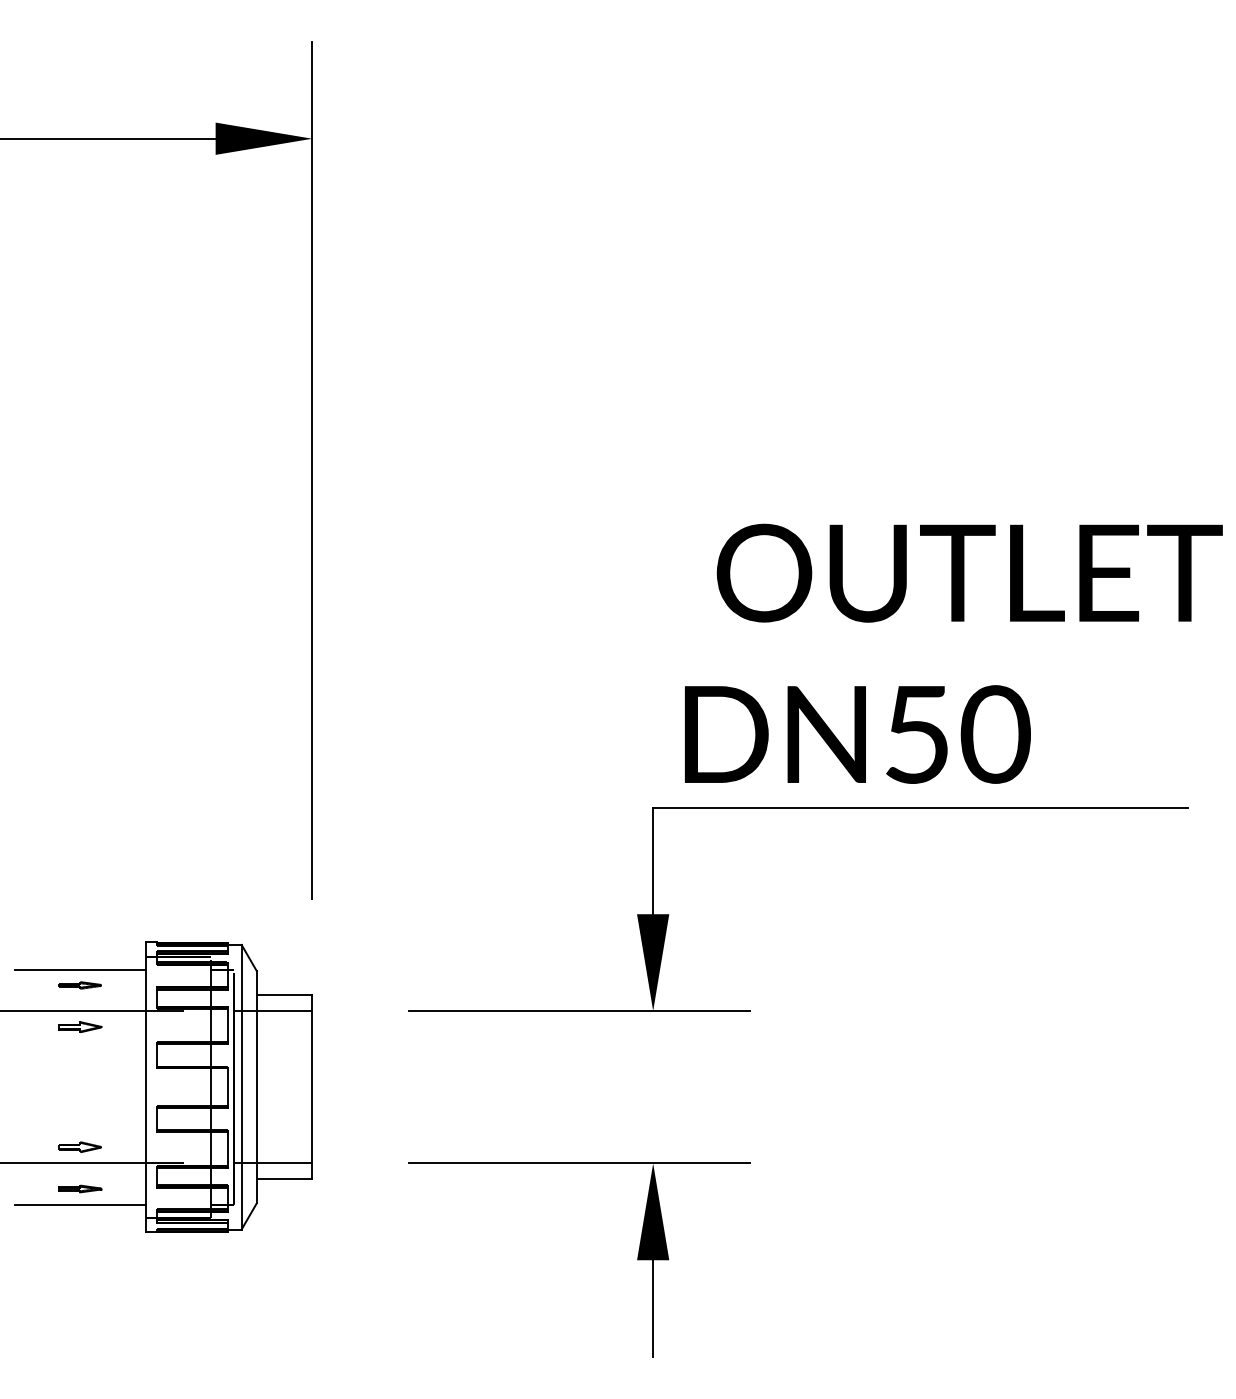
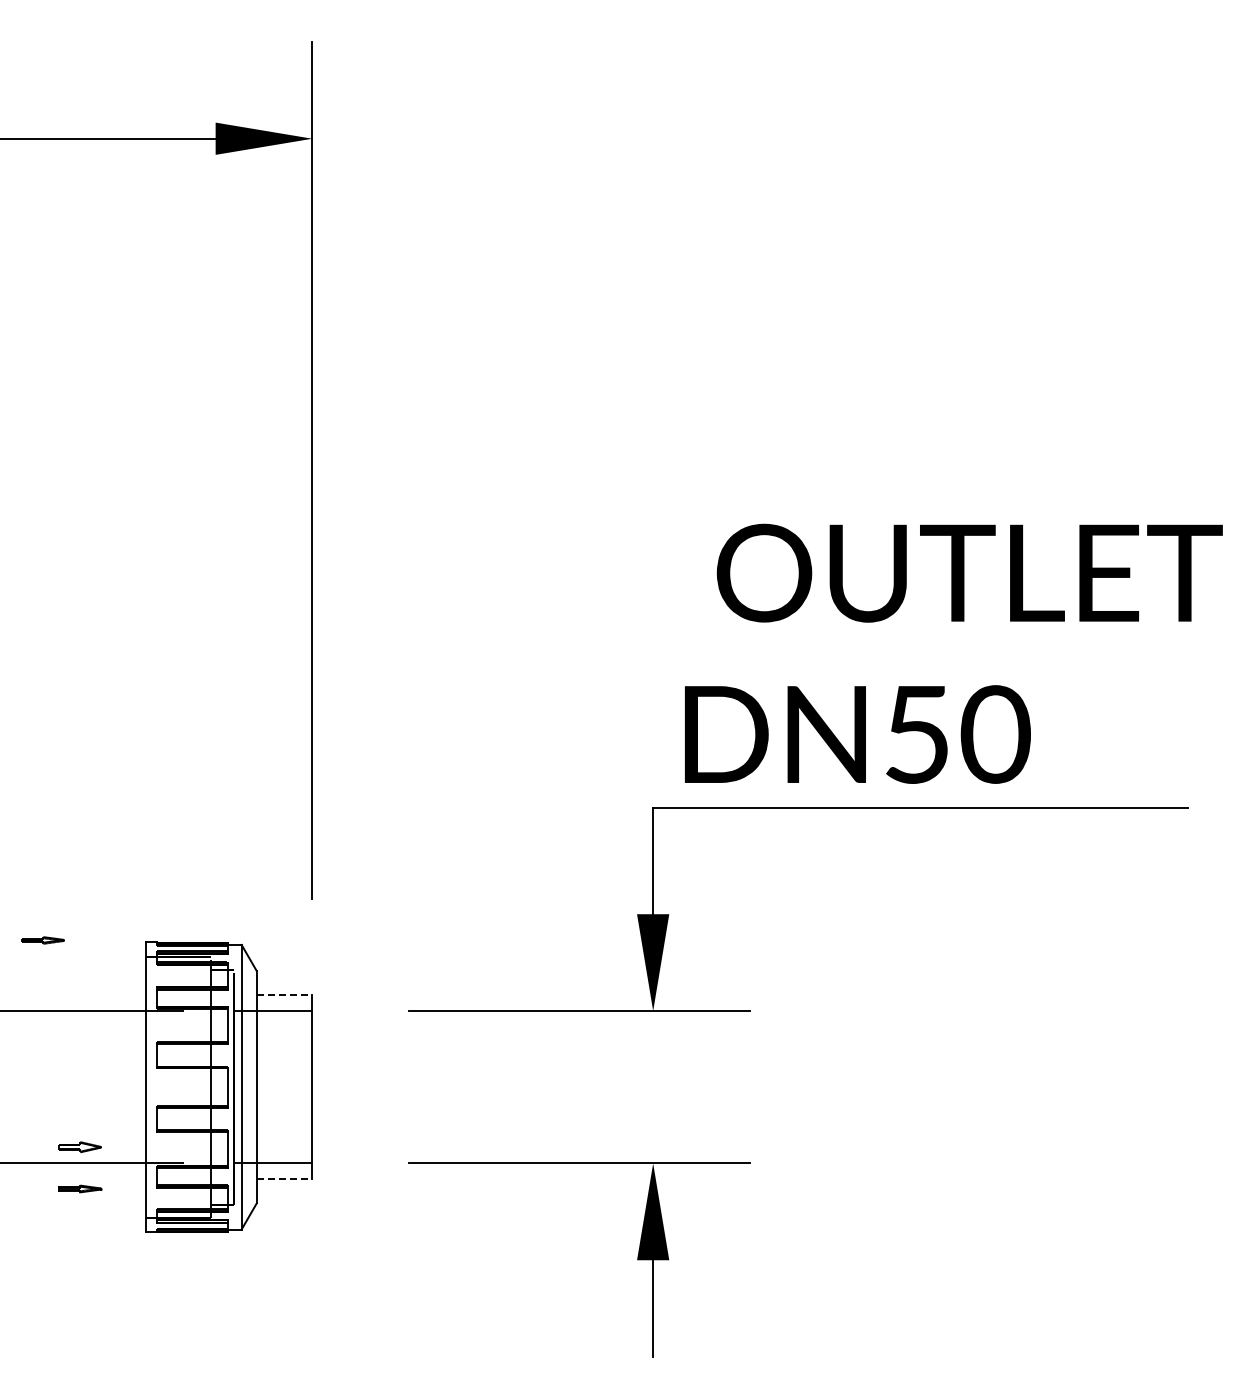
line at (80, 969): present -> none
part at (79, 985) position: (79, 985) -> (42, 940)
line at (284, 995): solid -> dashed
part at (80, 1026): present -> none
line at (284, 1179): solid -> dashed
line at (80, 1204): present -> none
